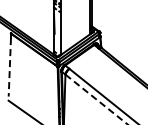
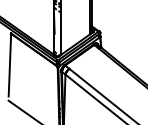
line at (9, 67): dashed -> solid
line at (96, 99): dashed -> solid
